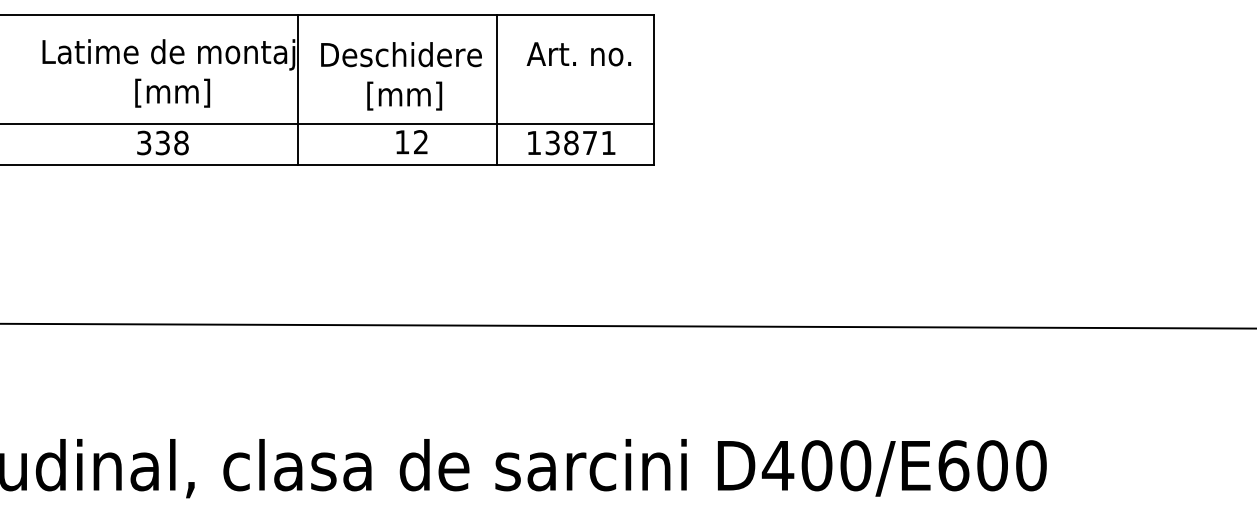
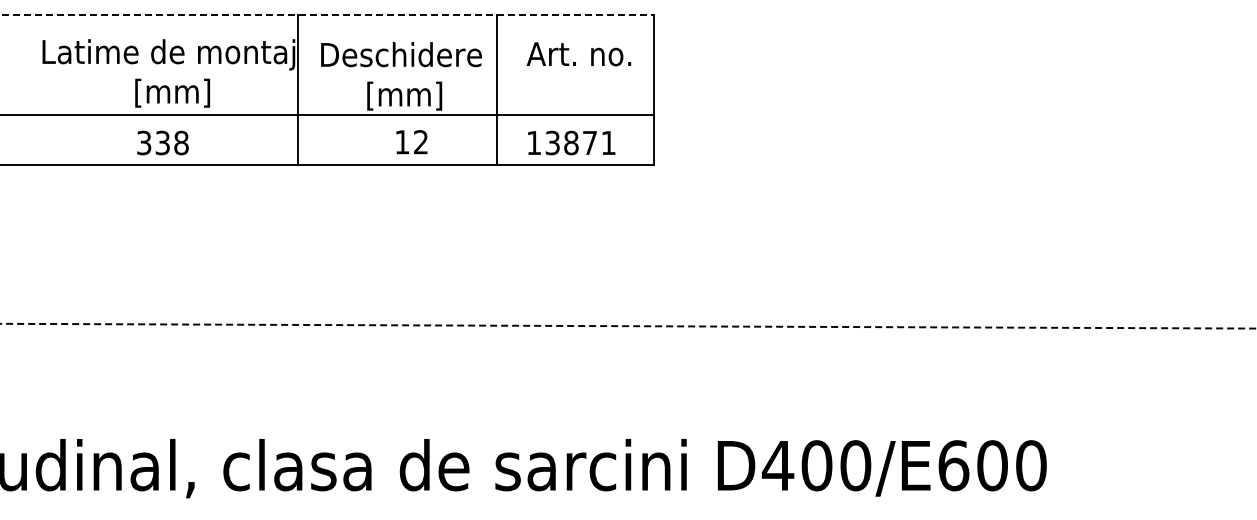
line at (327, 15): solid -> dashed
line at (327, 124) position: (327, 124) -> (327, 115)
line at (629, 326): solid -> dashed
